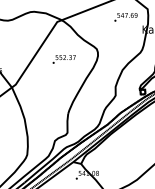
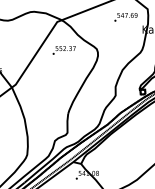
text at (63, 59) position: (63, 59) -> (63, 50)
